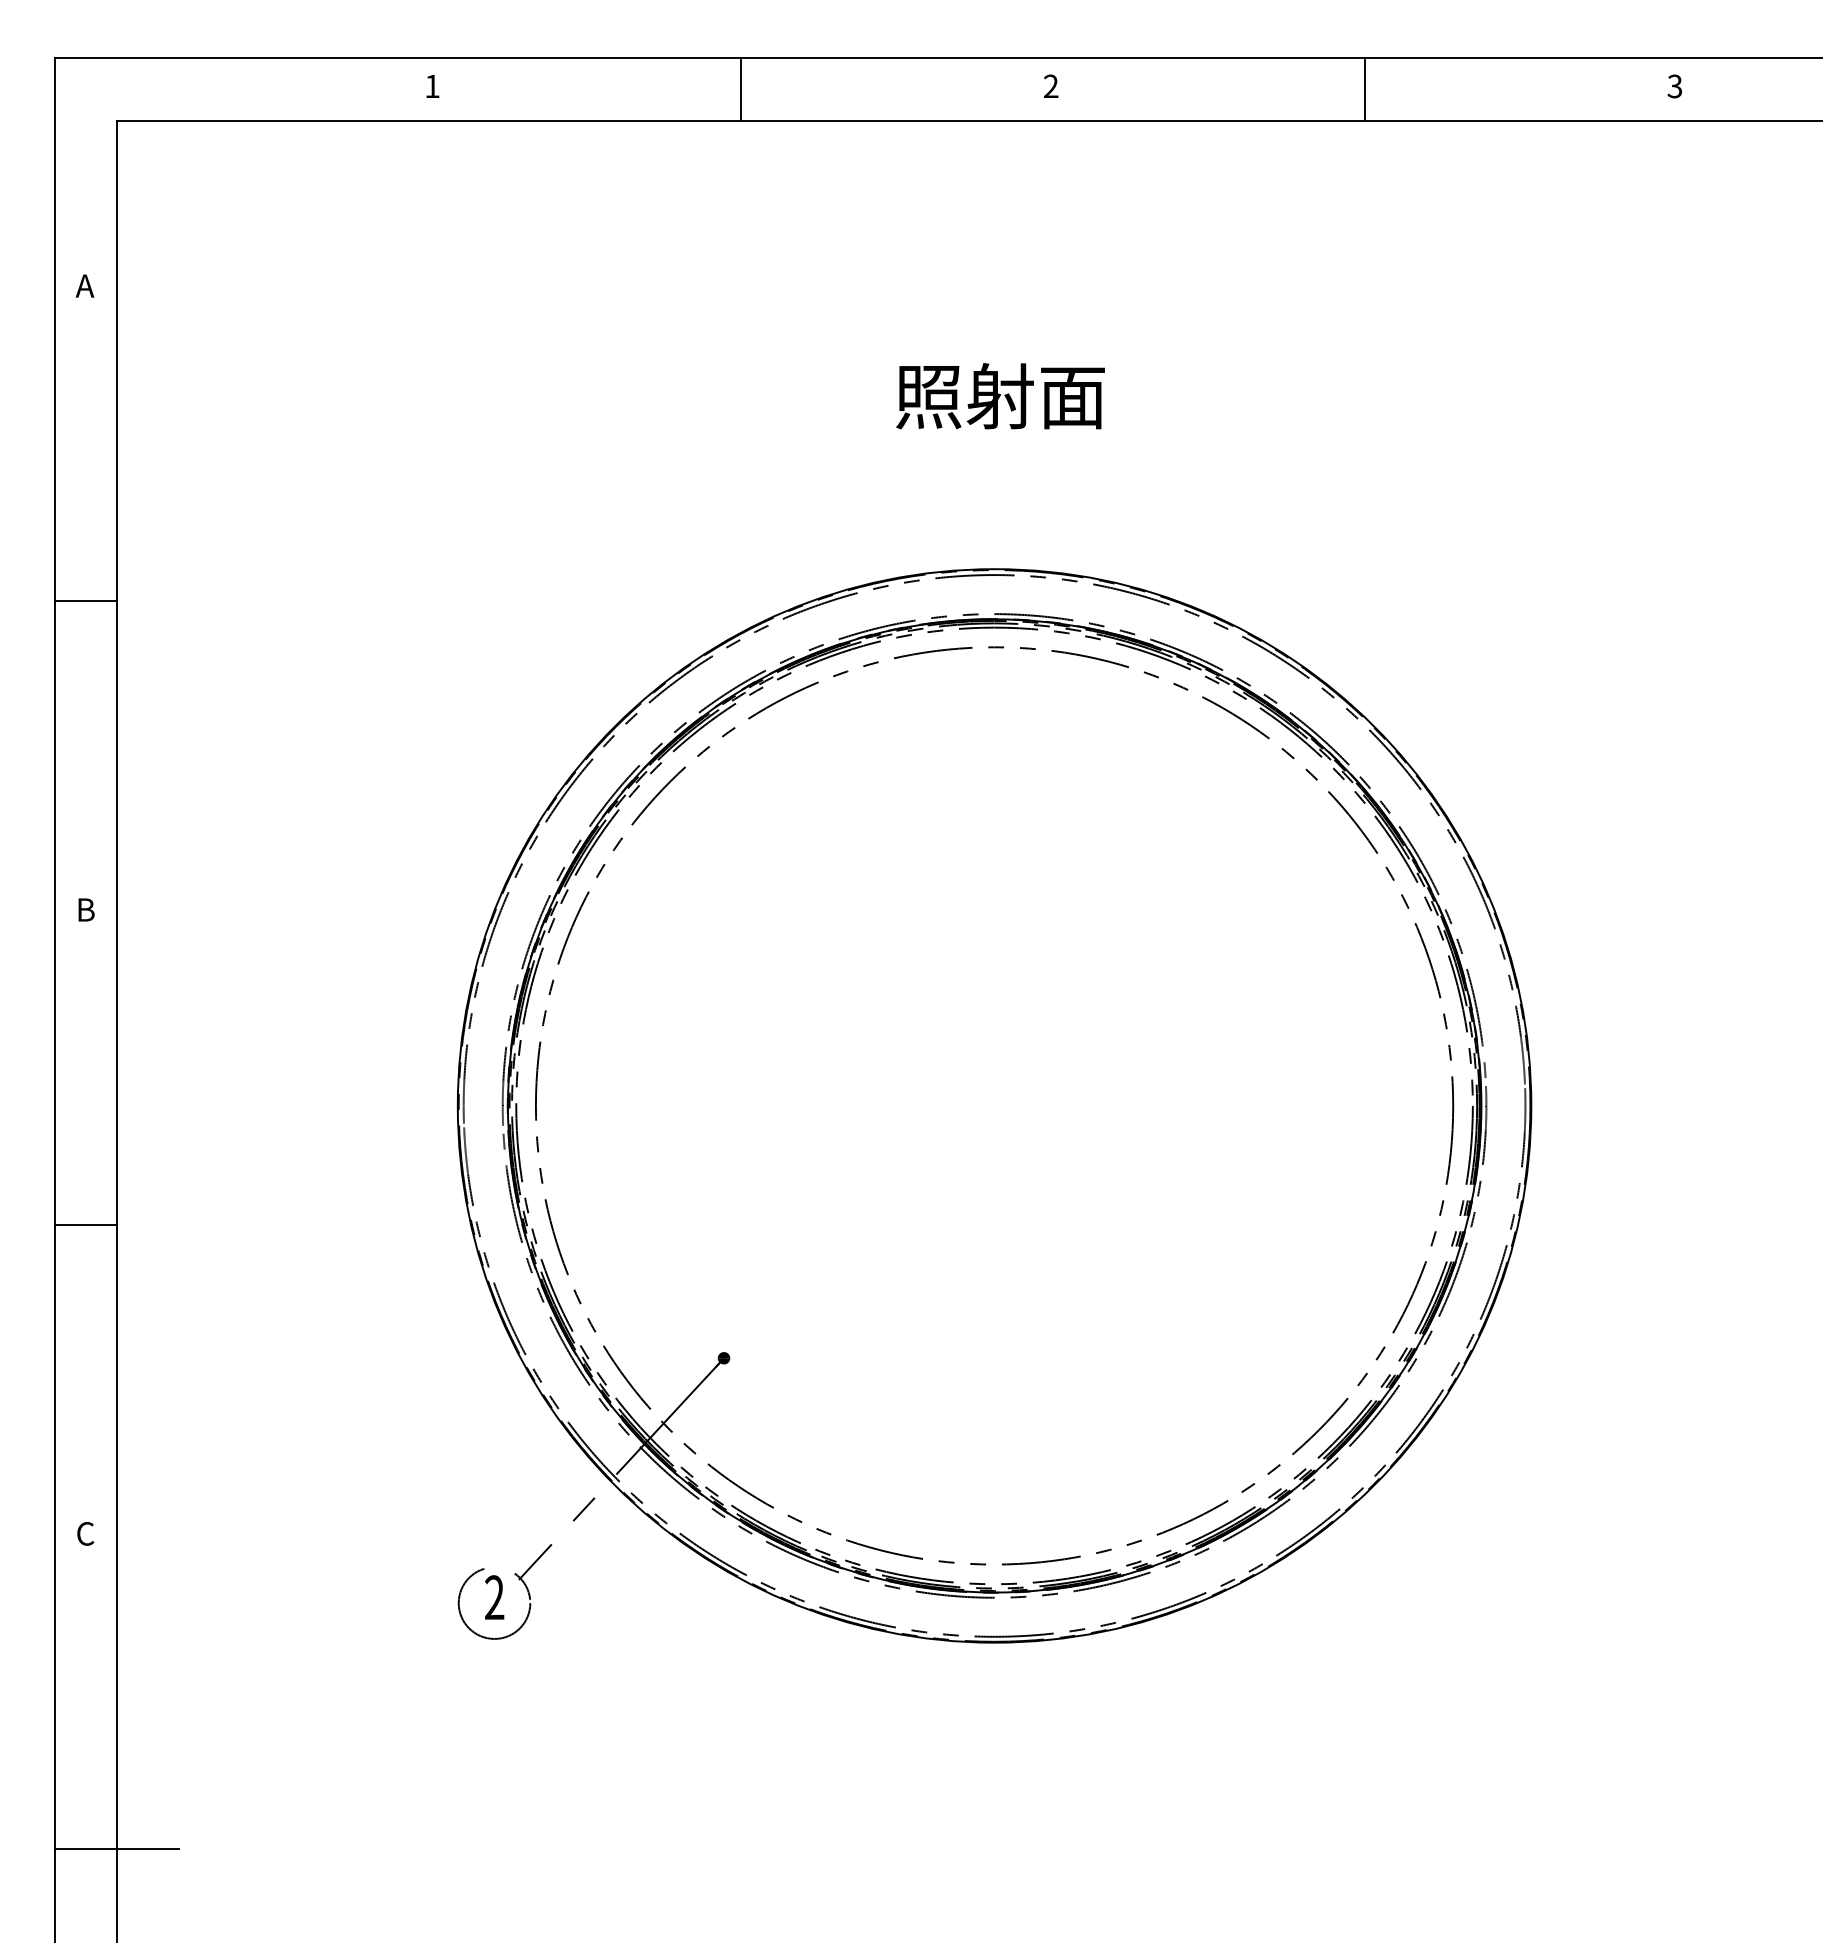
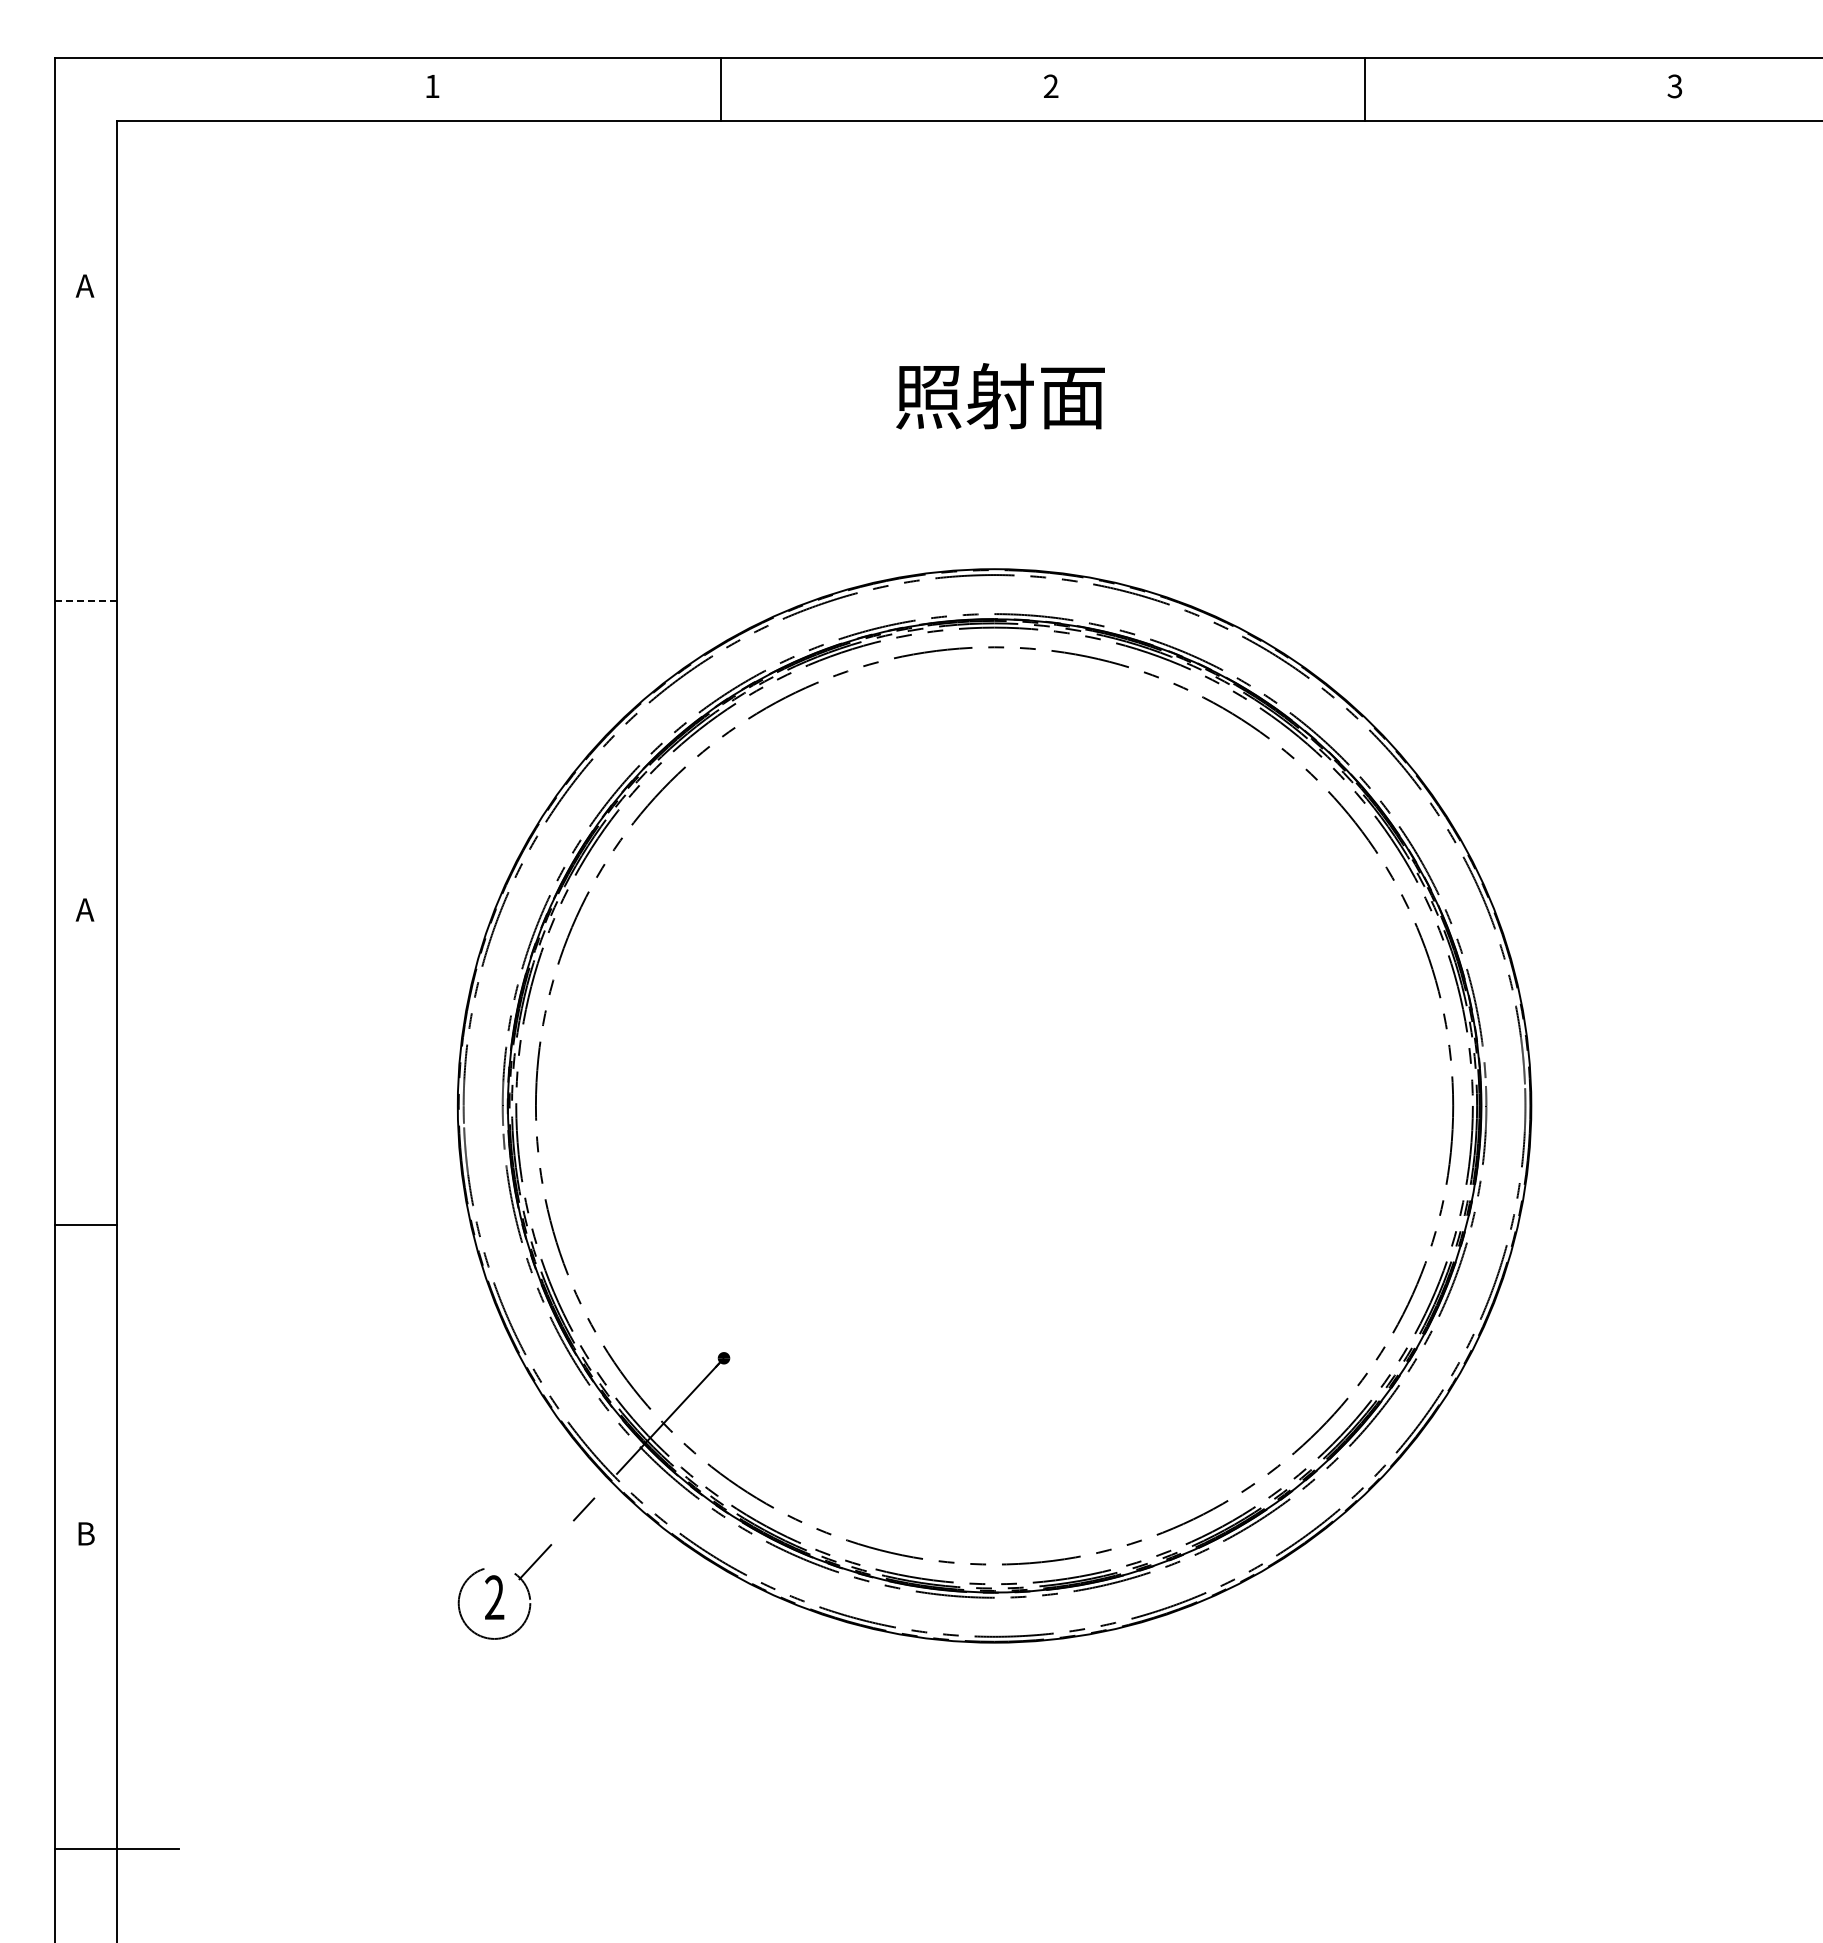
line at (740, 89) position: (740, 89) -> (720, 89)
line at (85, 601): solid -> dashed
text at (84, 909): B -> A
text at (85, 1533): C -> B
